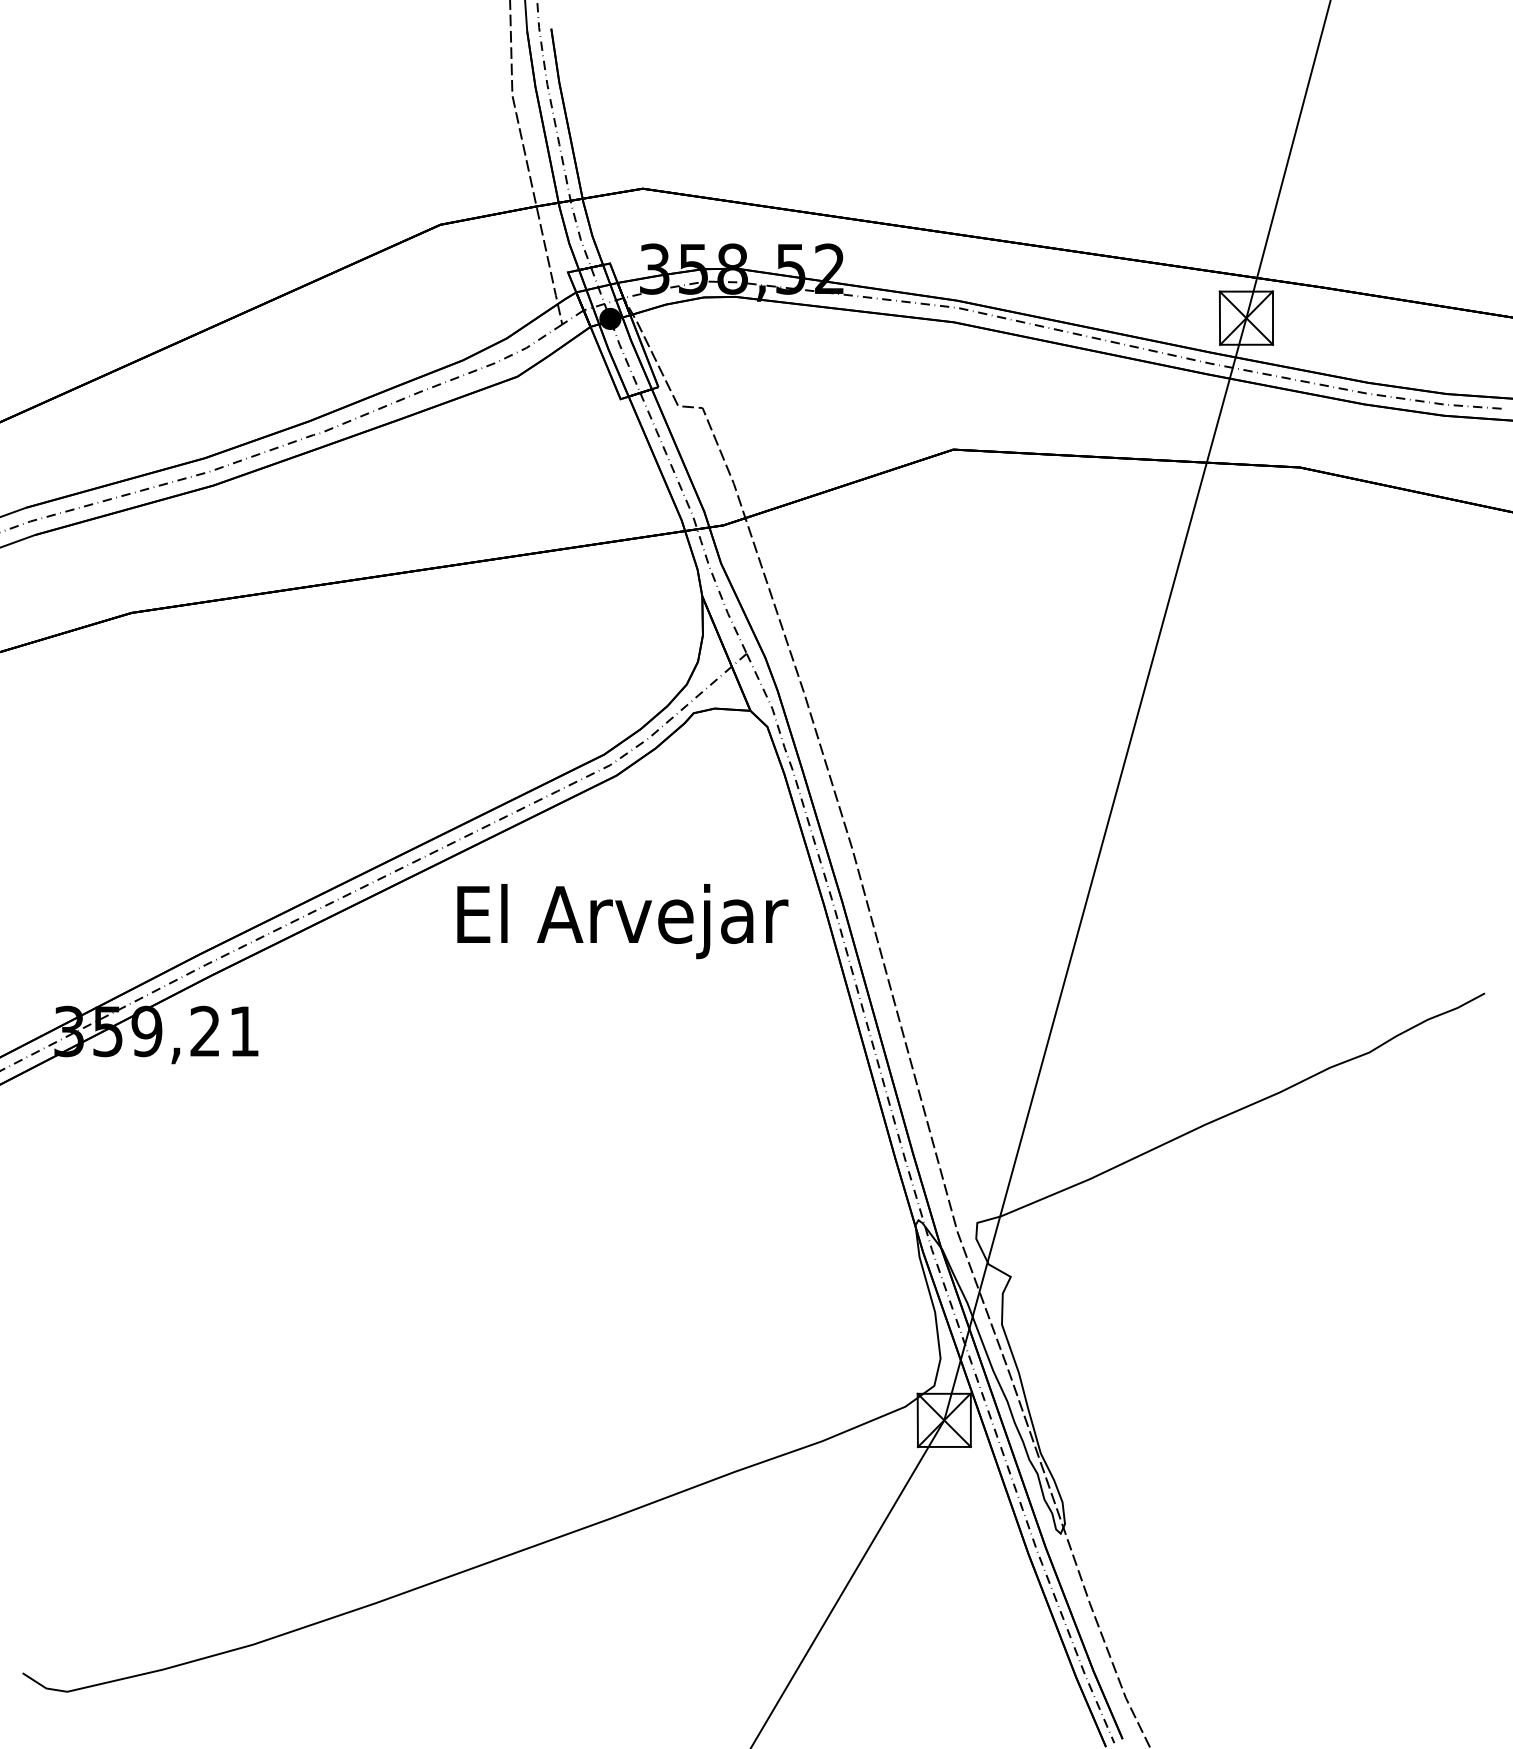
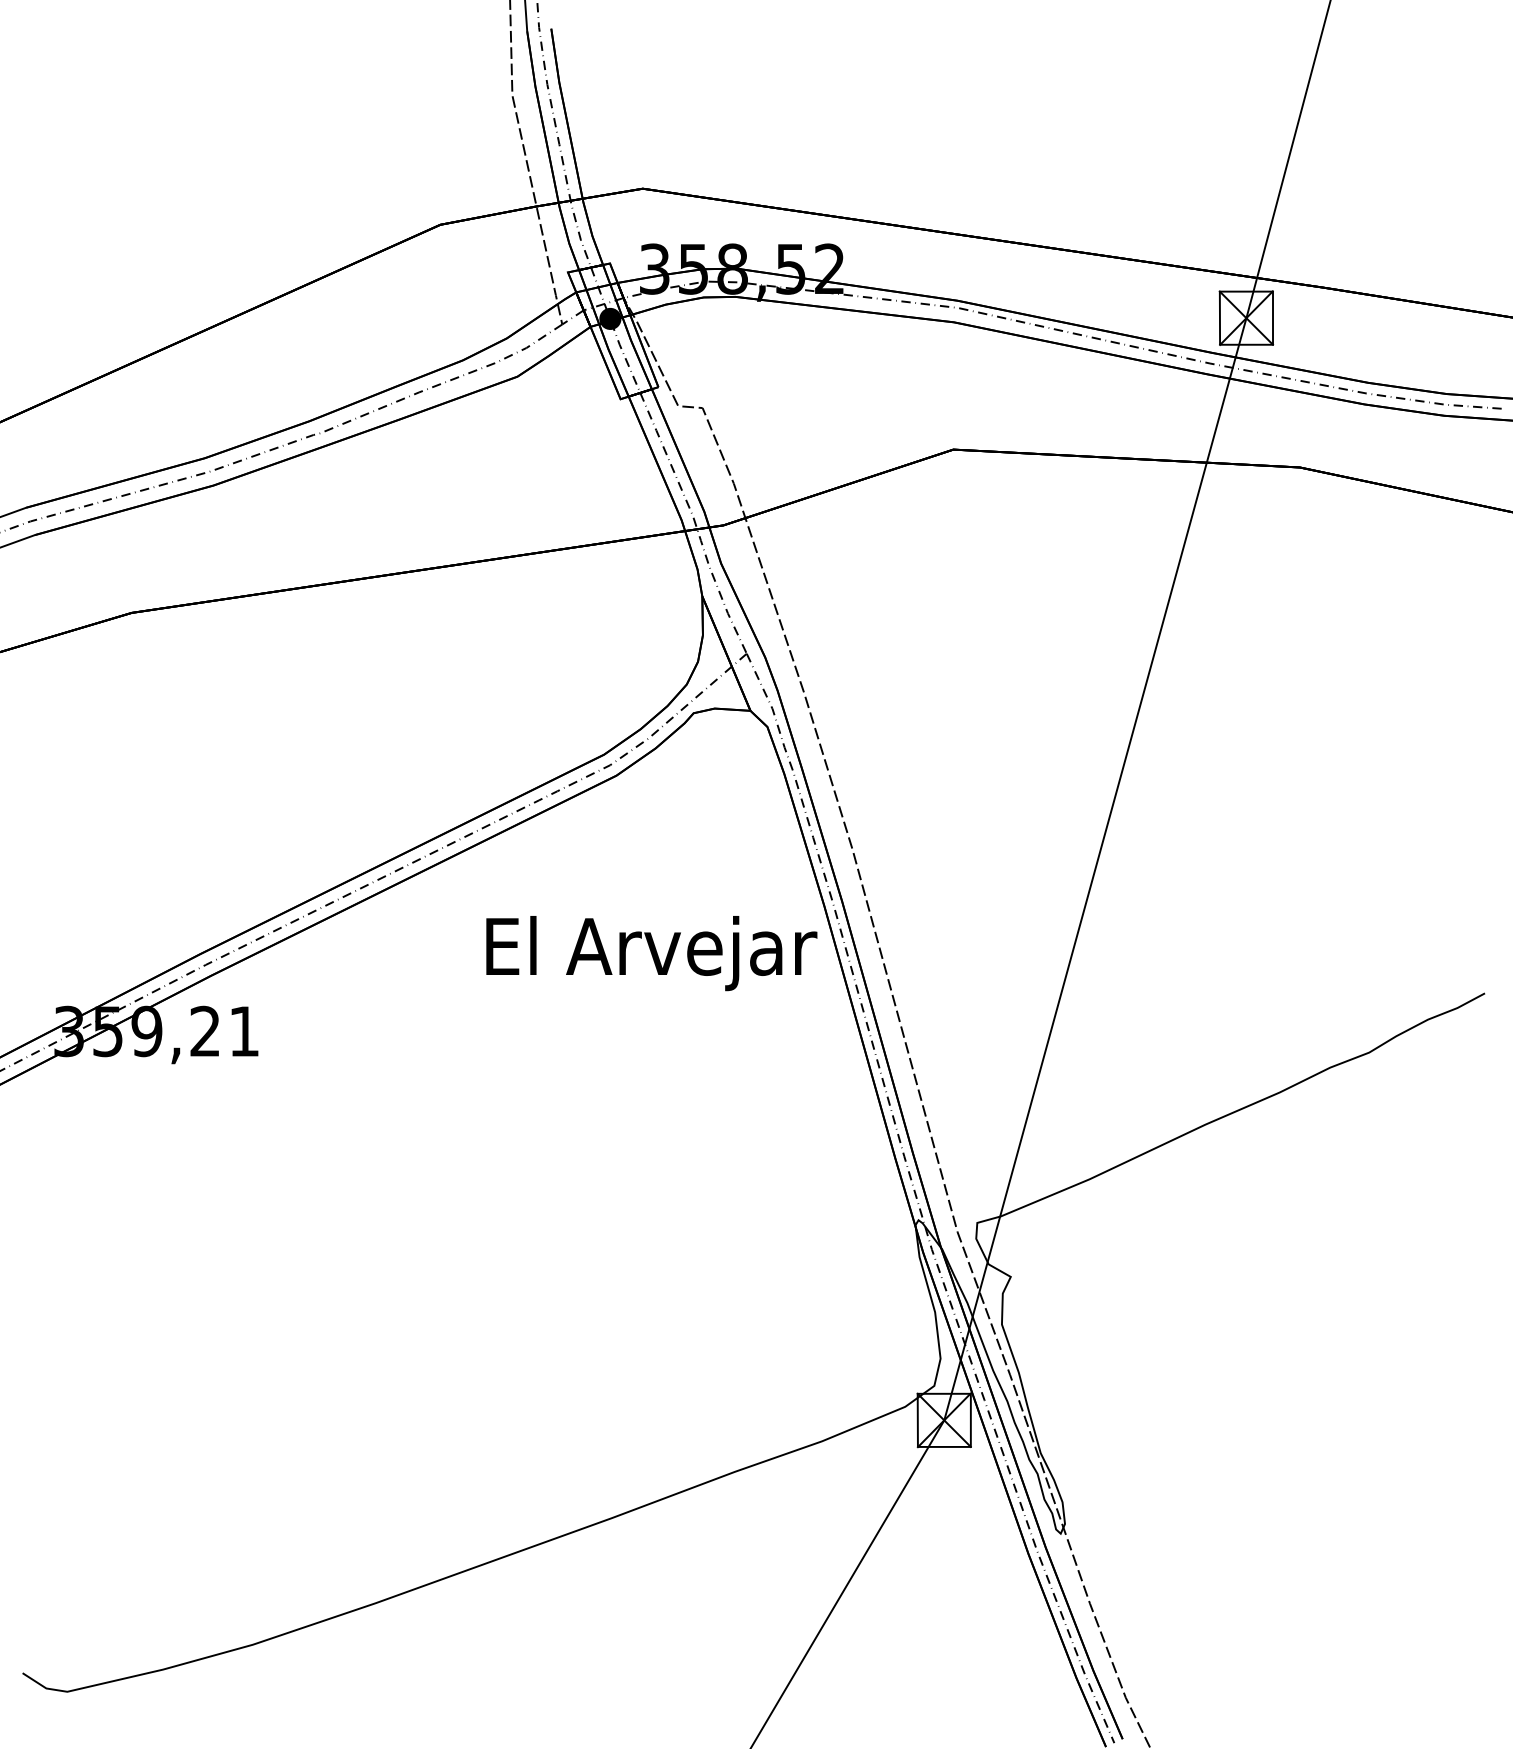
text at (622, 921) position: (622, 921) -> (651, 953)
